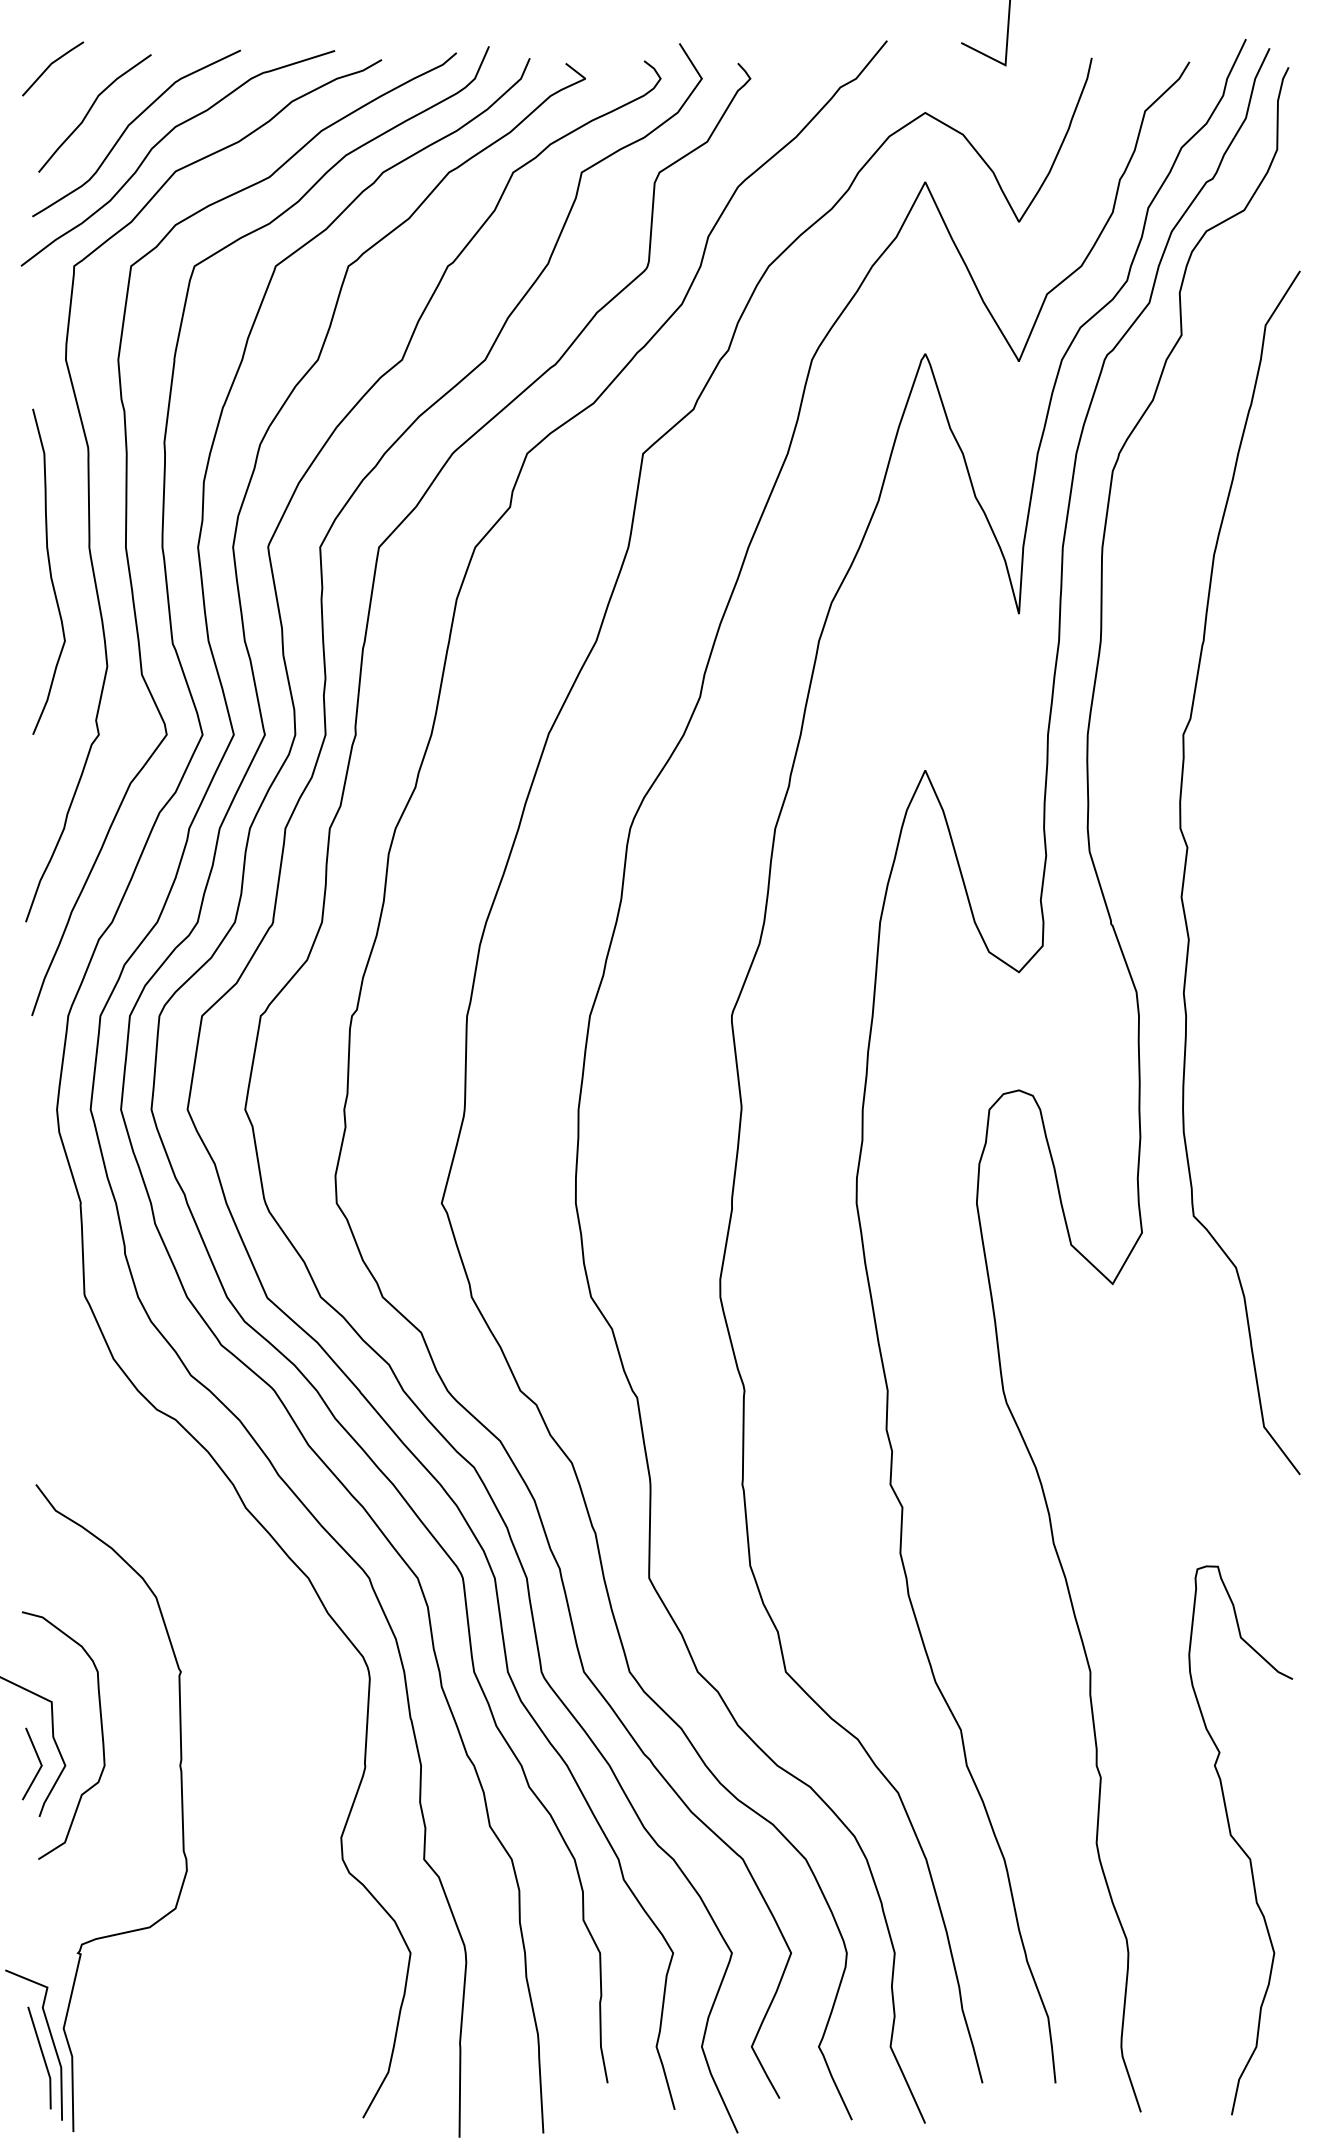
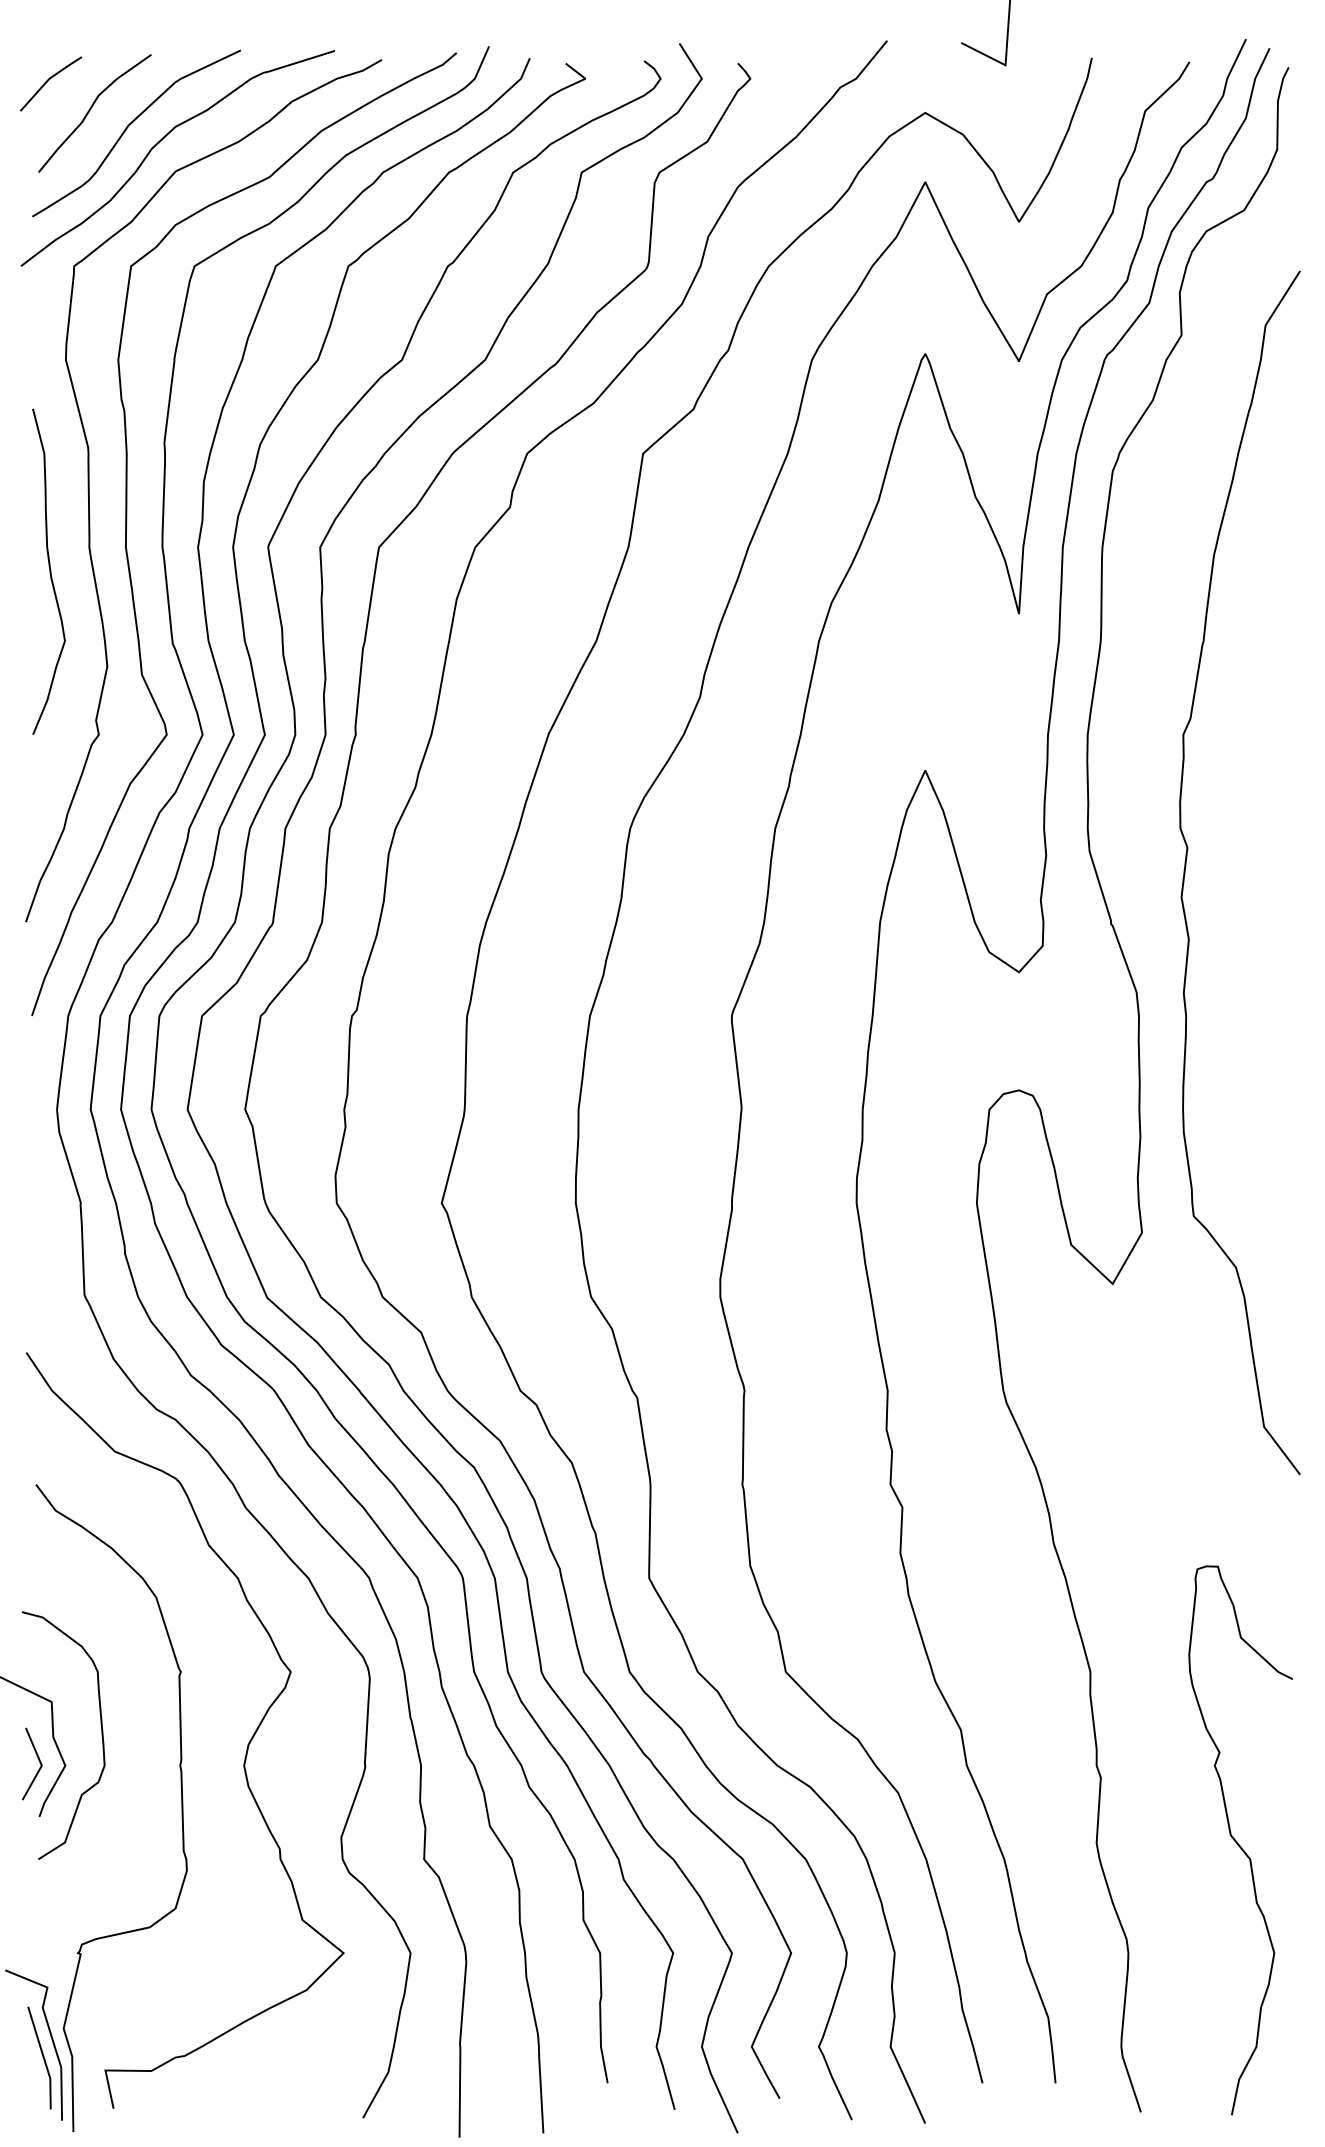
line at (51, 65) position: (51, 65) -> (49, 80)
curve at (247, 1744): none -> present
